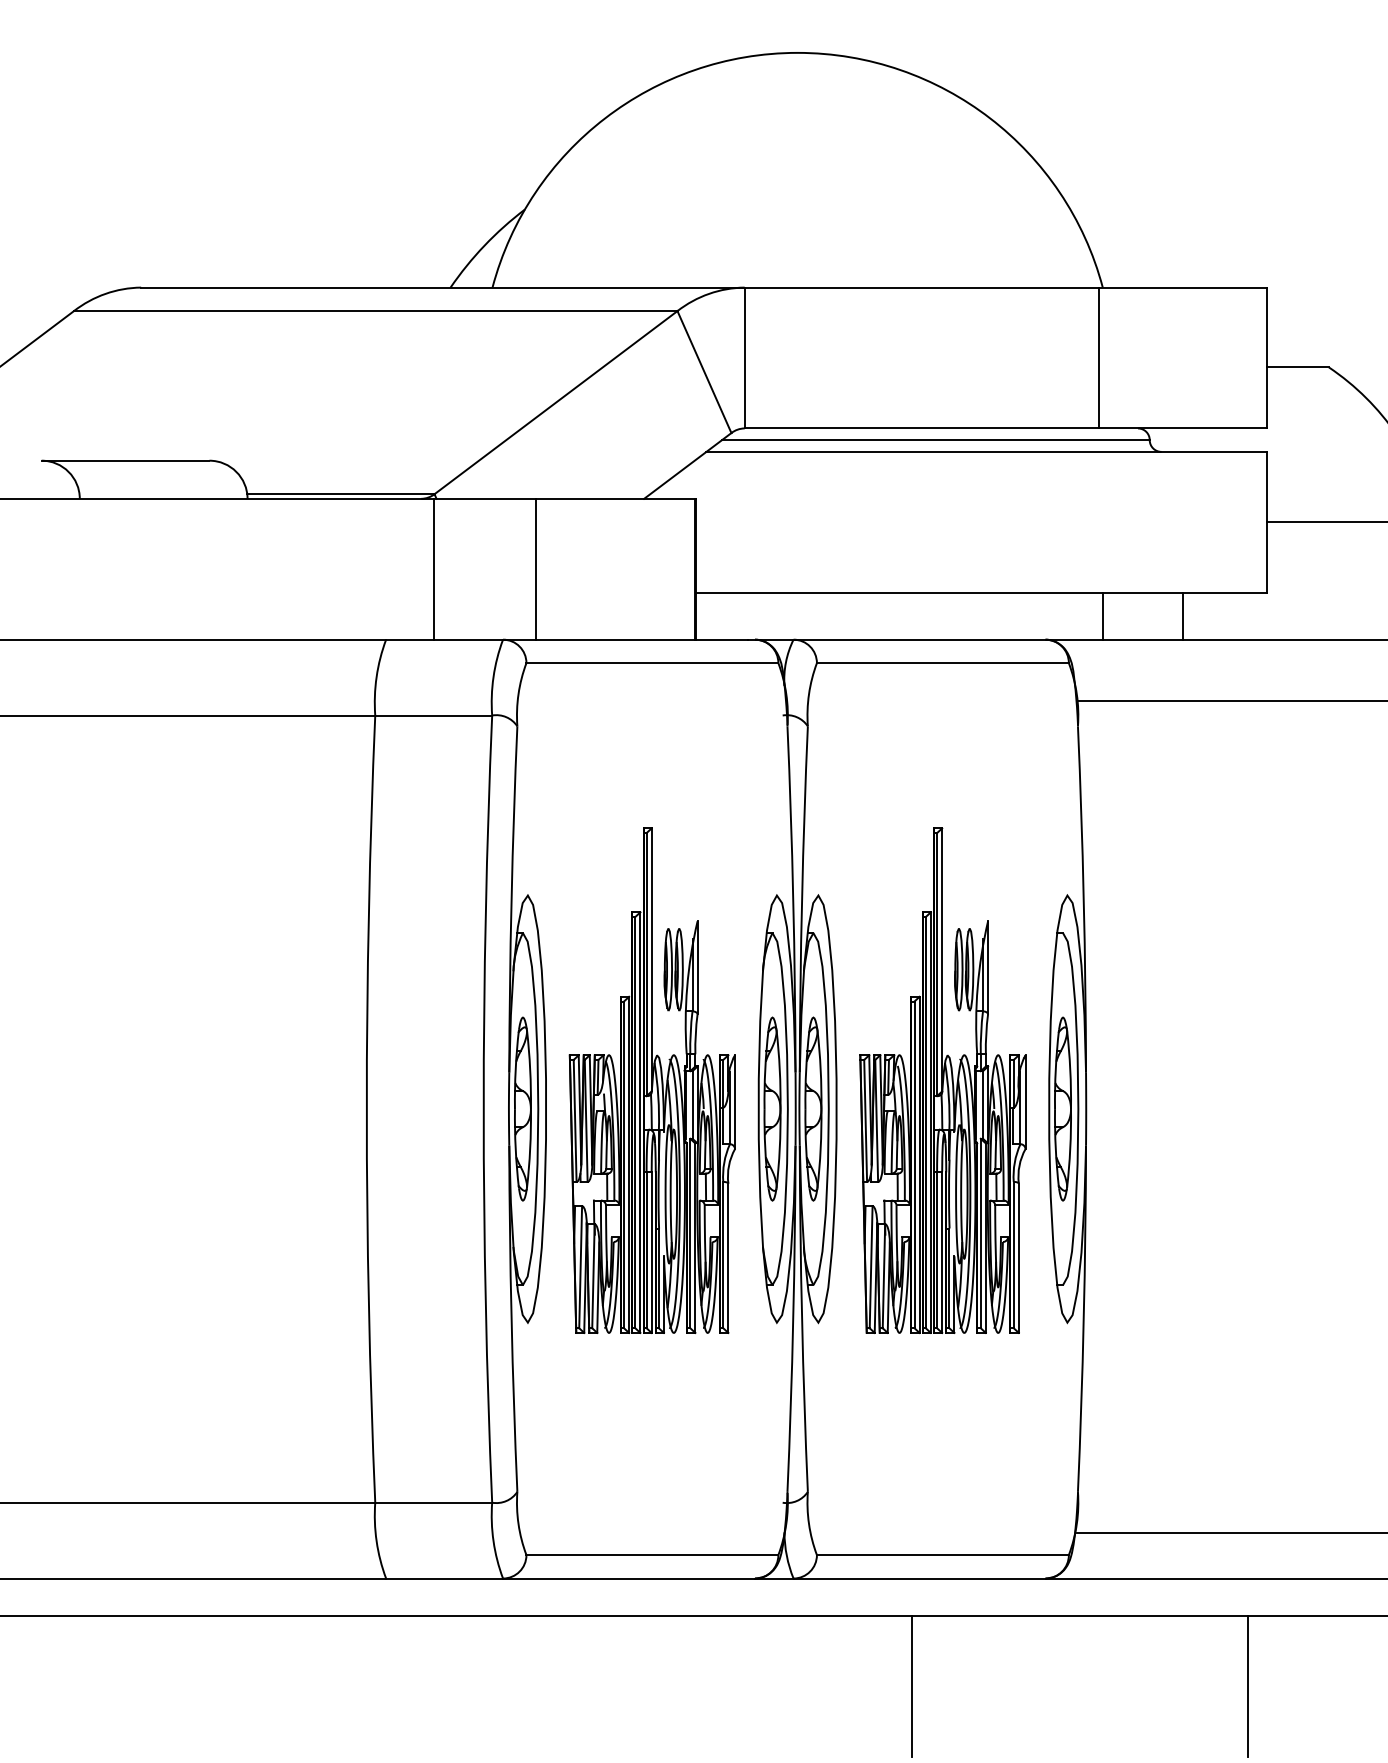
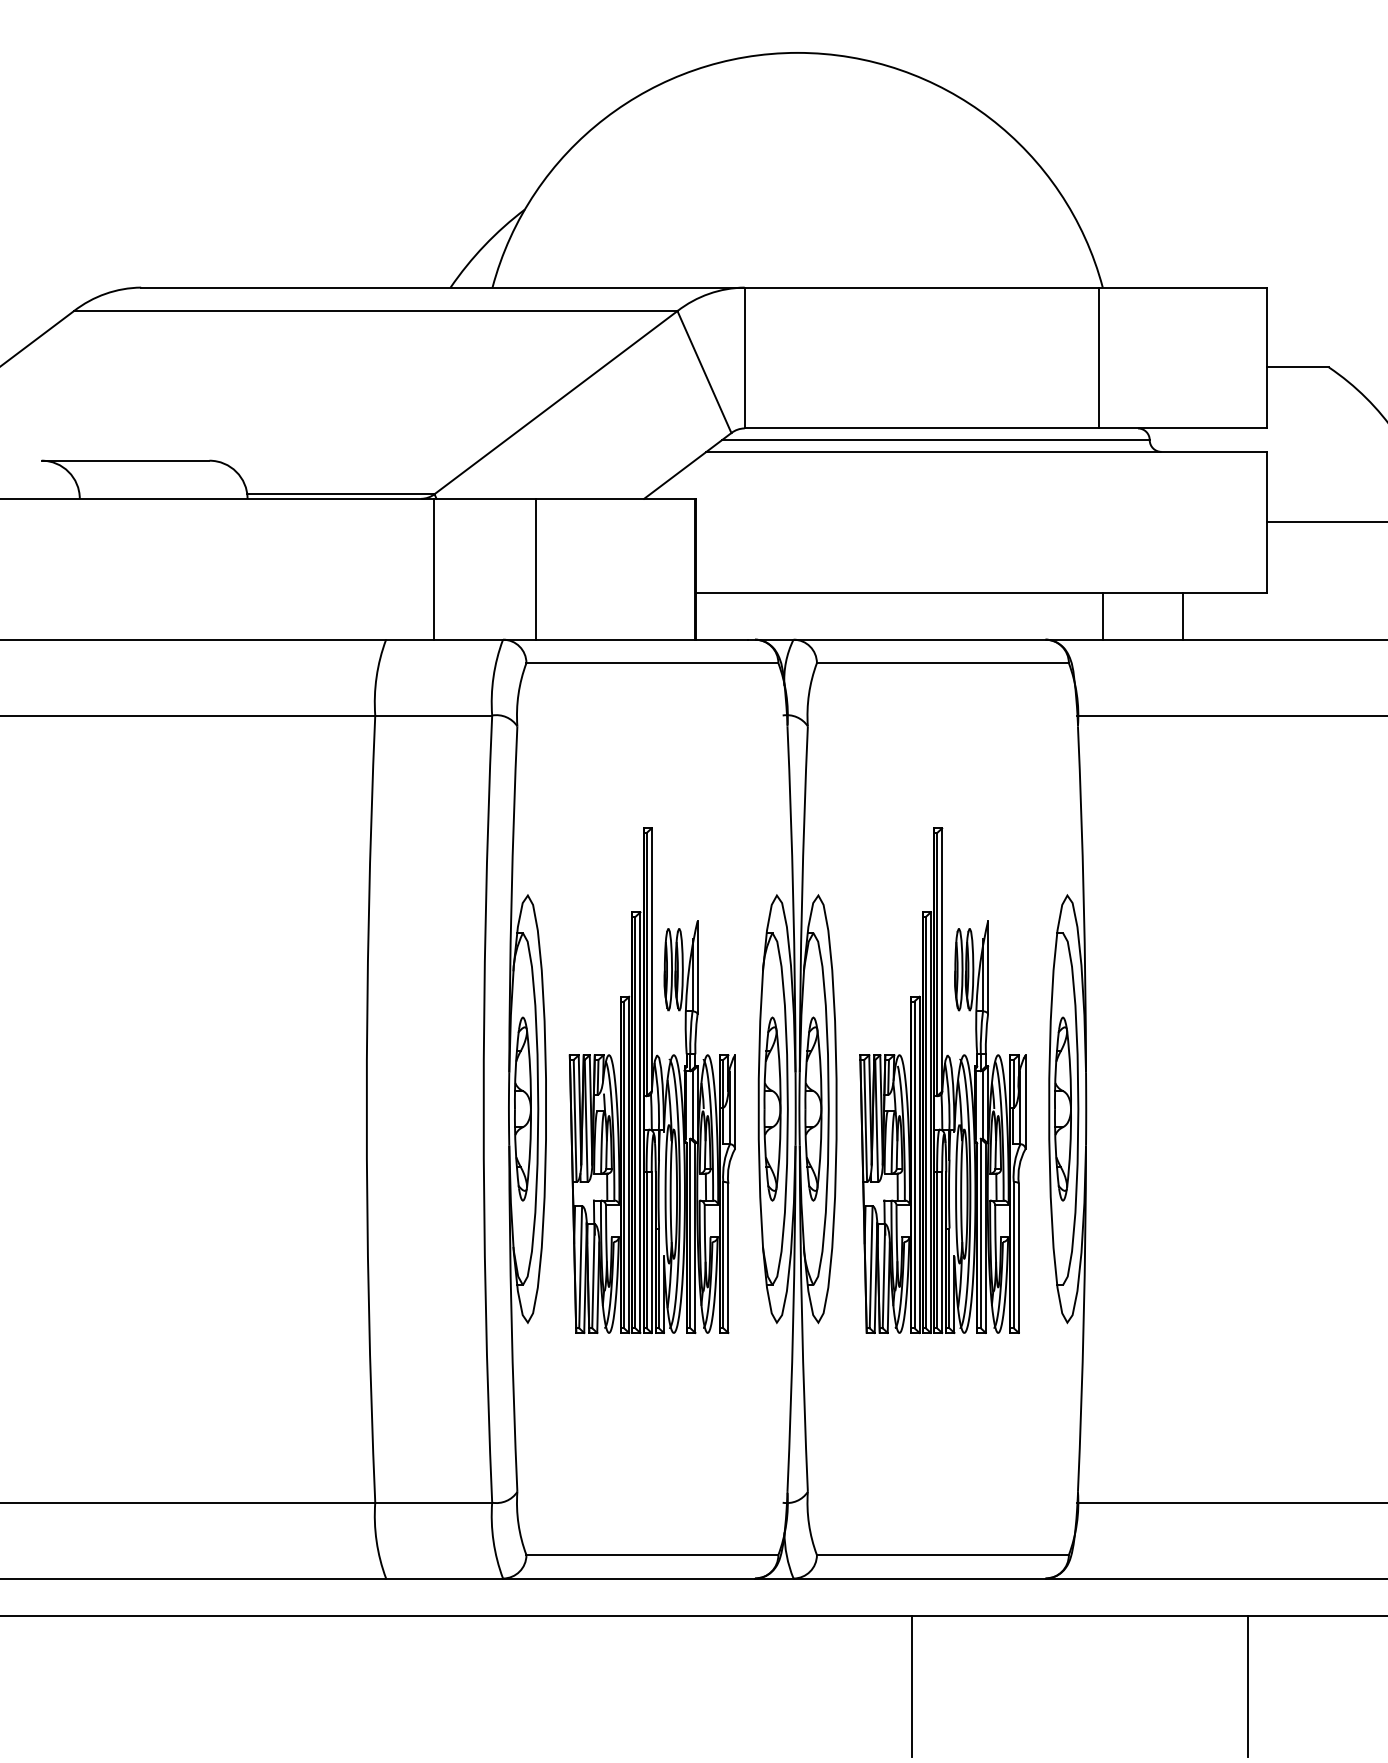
line at (1230, 700) position: (1230, 700) -> (1230, 715)
line at (1230, 1532) position: (1230, 1532) -> (1230, 1502)
